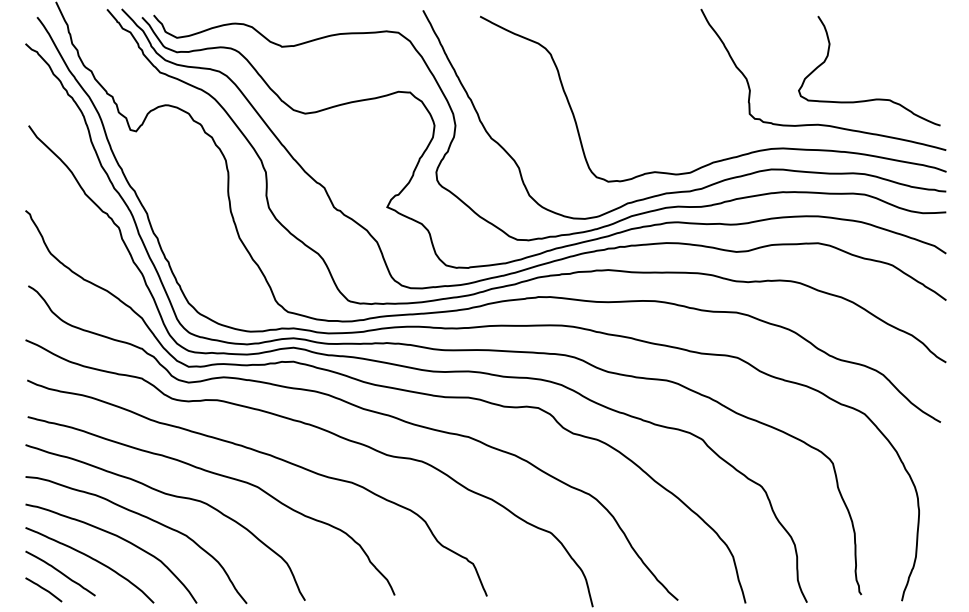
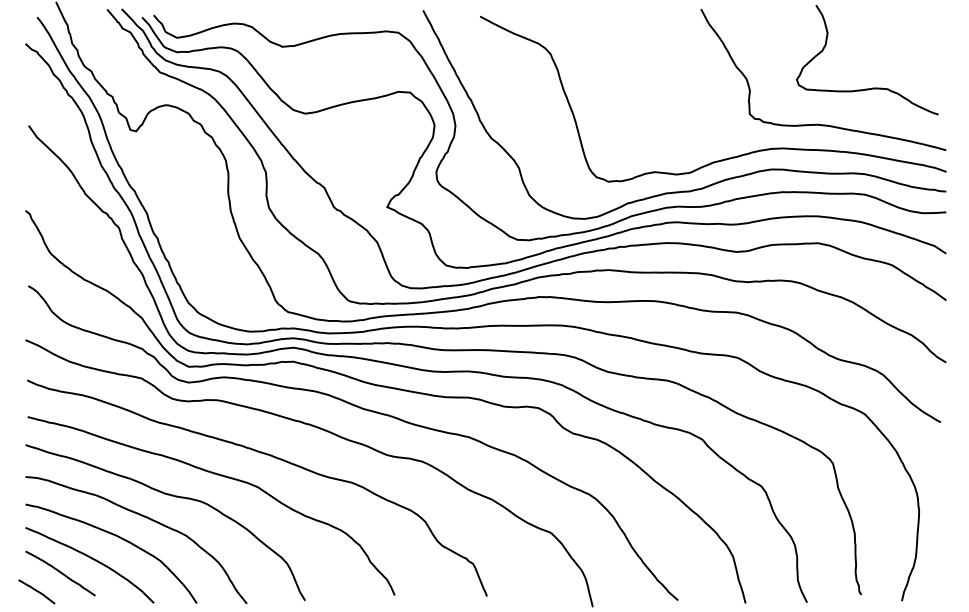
curve at (874, 98) position: (874, 98) -> (872, 87)
curve at (43, 589) position: (43, 589) -> (36, 591)
